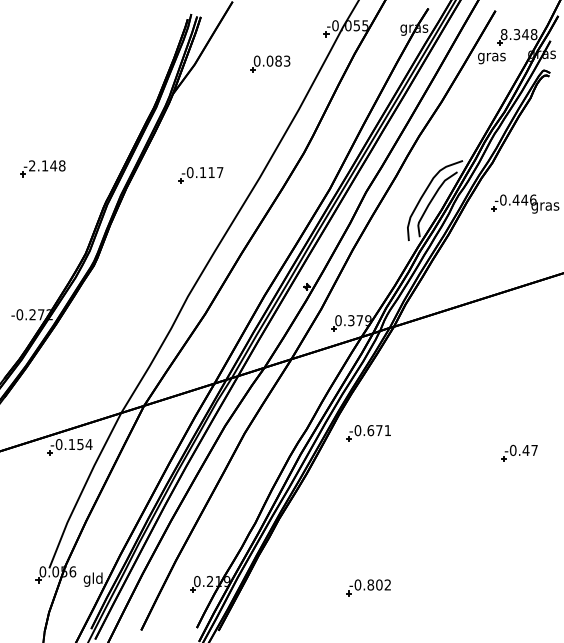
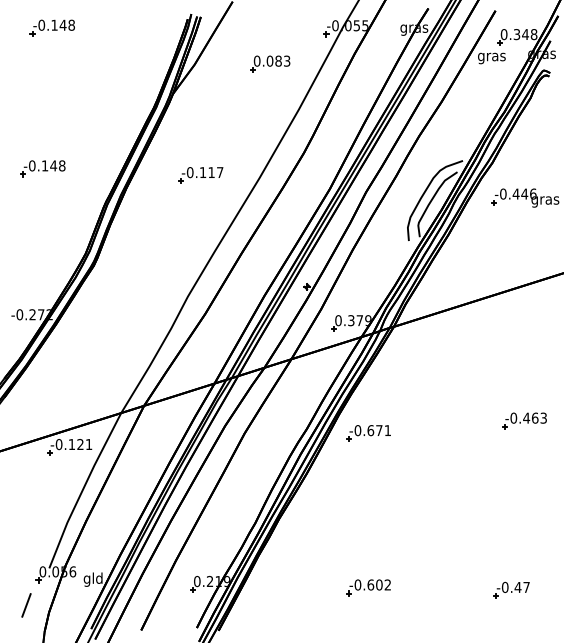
part at (51, 27): none -> present
text at (503, 34): 8.348 -> 0.348
text at (32, 165): -2.148 -> -0.148
part at (525, 203) position: (525, 203) -> (525, 197)
part at (524, 420): none -> present
text at (84, 444): -0.154 -> -0.121
part at (519, 452) position: (519, 452) -> (511, 589)
text at (370, 584): -0.802 -> -0.602
line at (26, 605): none -> present
